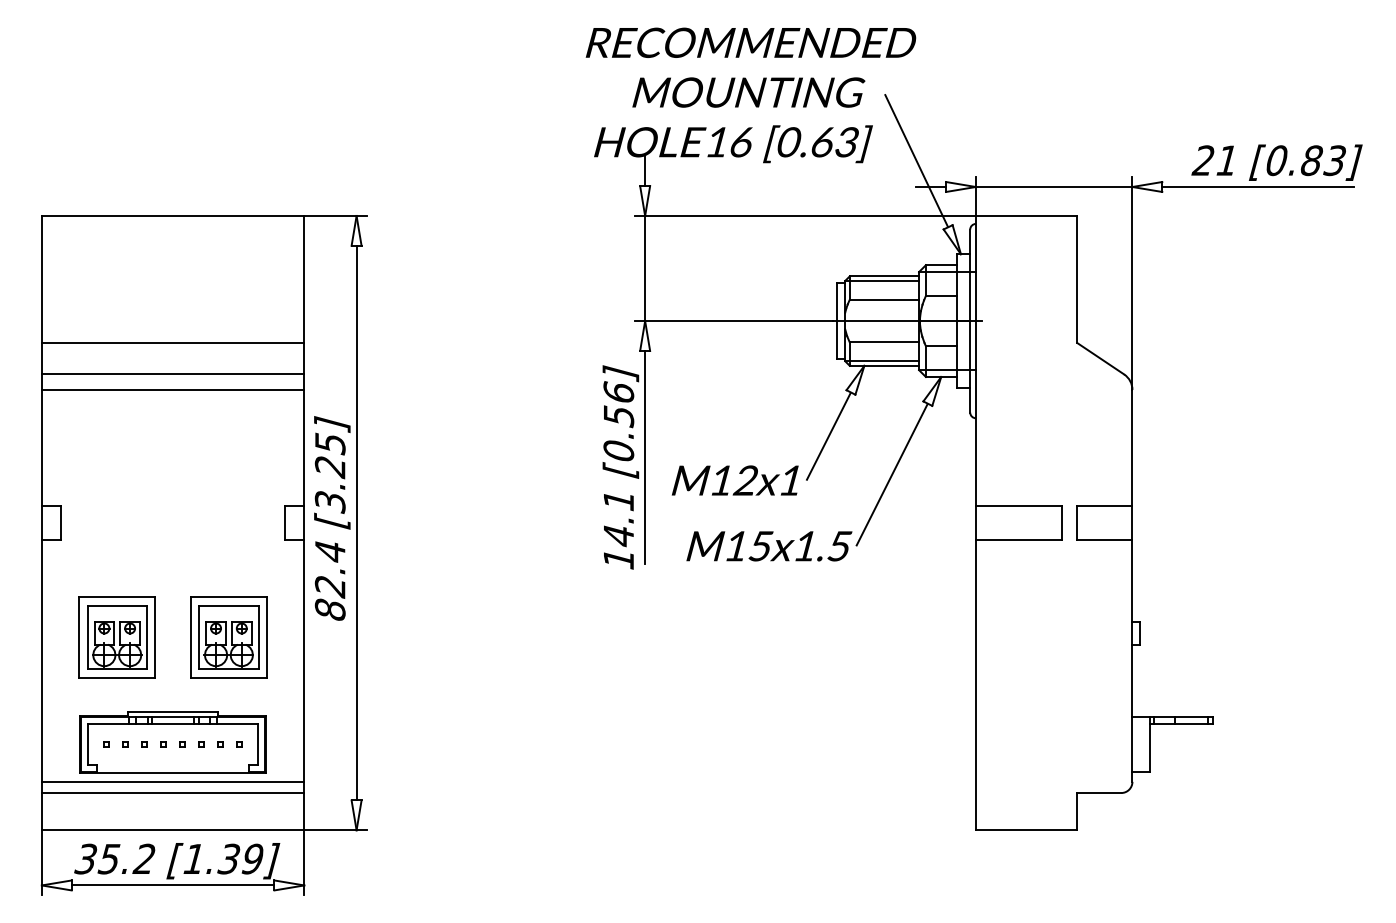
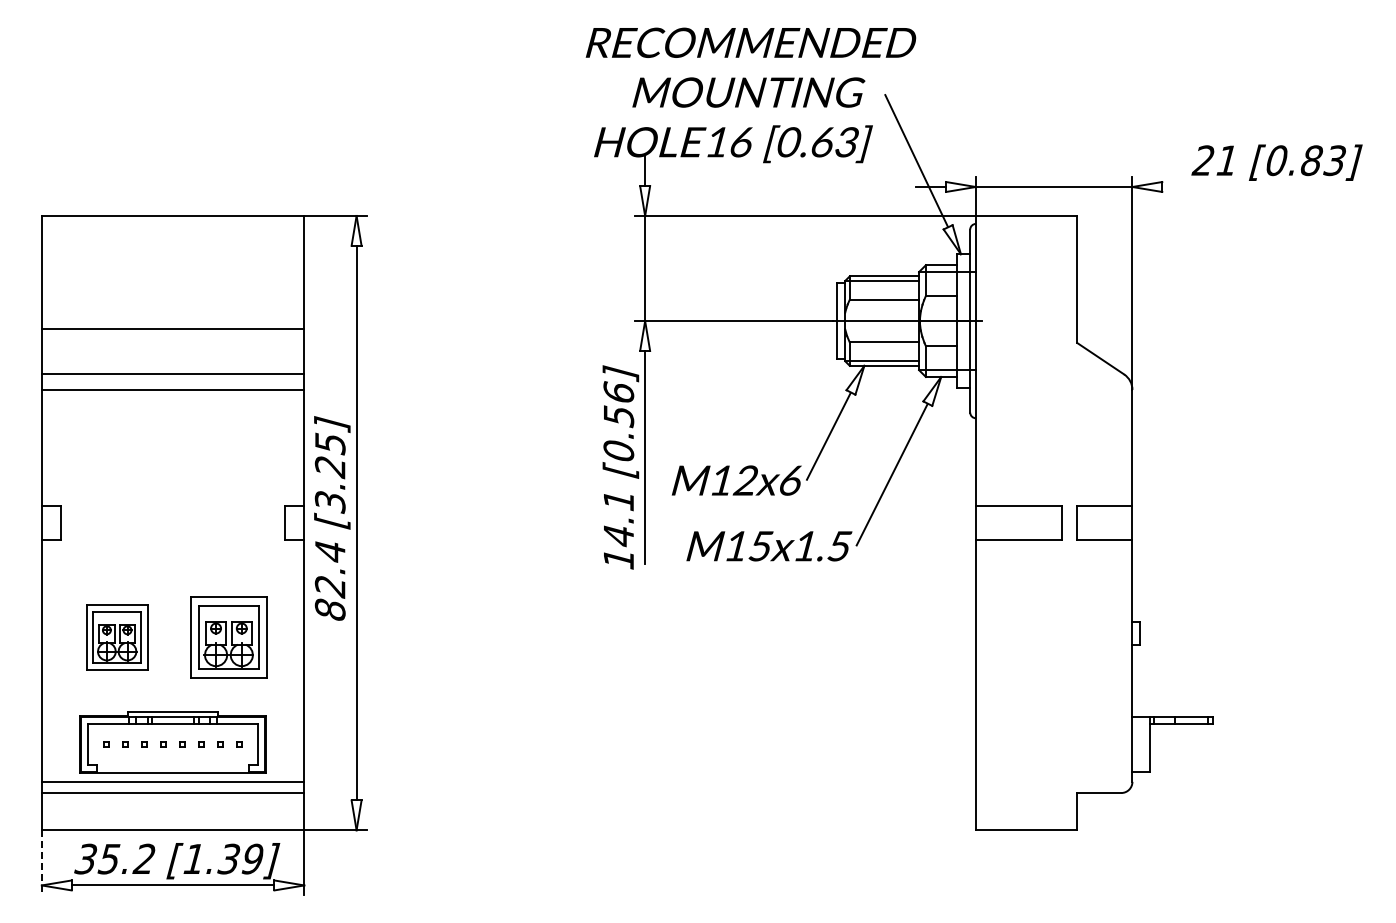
line at (1258, 187): present -> none
line at (172, 343) position: (172, 343) -> (172, 329)
text at (790, 480): M12x1 -> M12x6
part at (116, 637) size: 78x83 px -> 63x67 px
line at (41, 862): solid -> dashed
